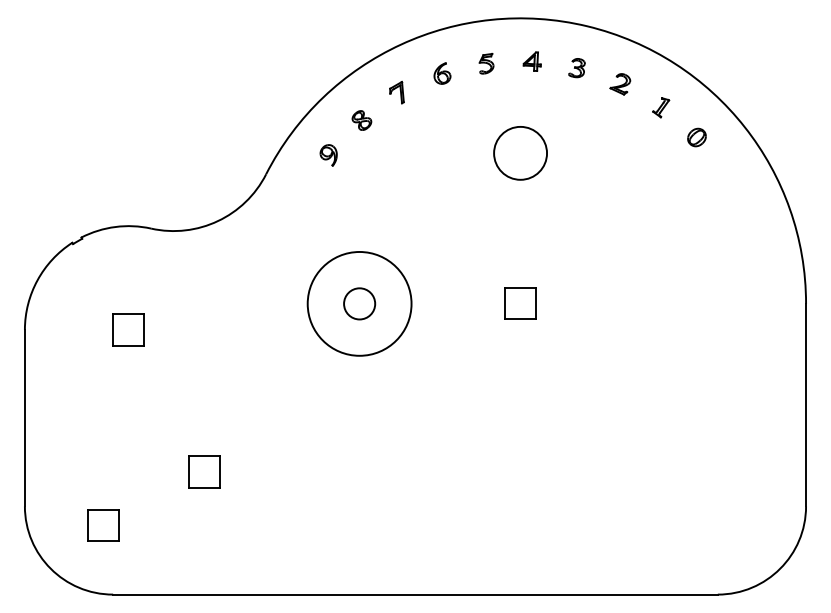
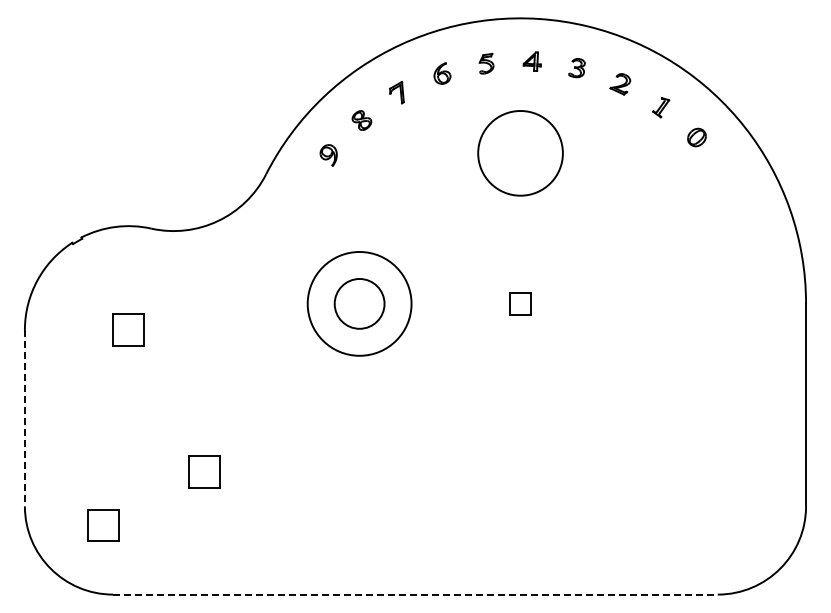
circle at (520, 152) diameter: 53 px -> 85 px
circle at (359, 303) diameter: 31 px -> 50 px
part at (520, 303) size: 33x33 px -> 23x24 px
line at (24, 418): solid -> dashed
line at (415, 594): solid -> dashed
